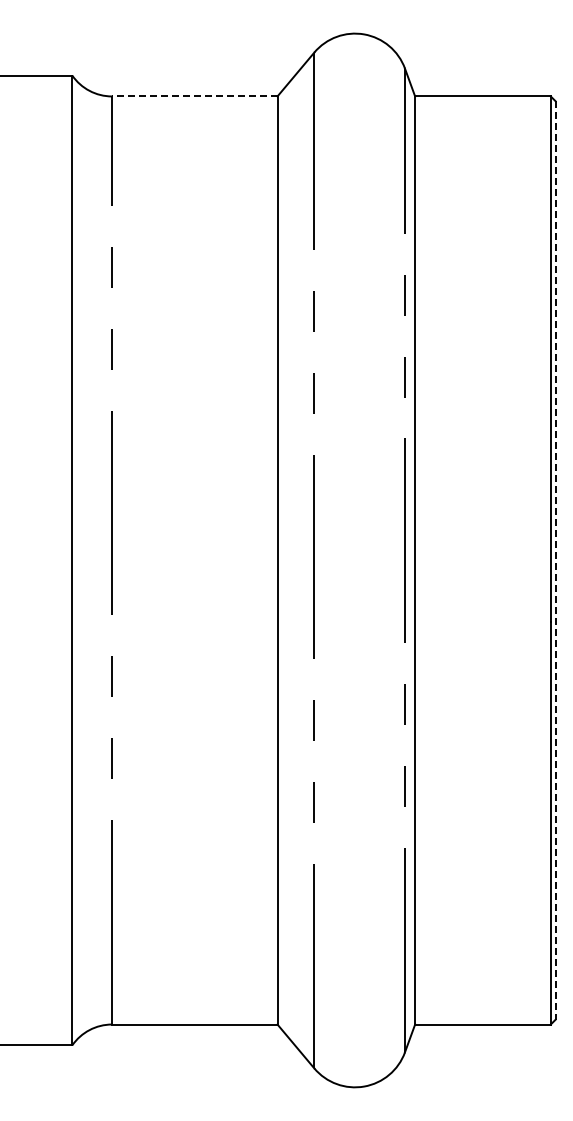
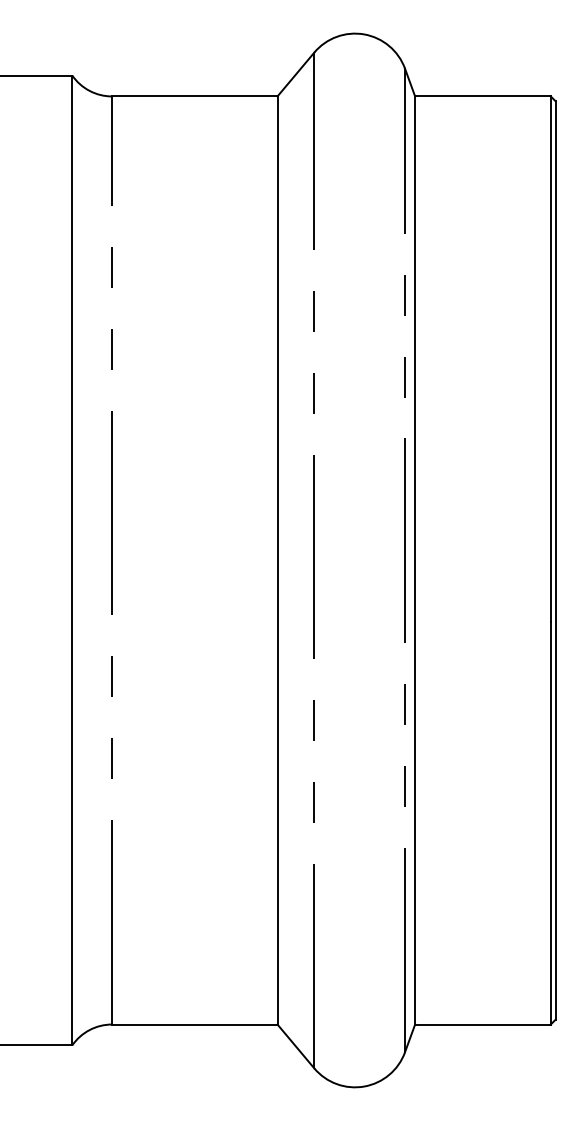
line at (194, 96): dashed -> solid
line at (555, 560): dashed -> solid
